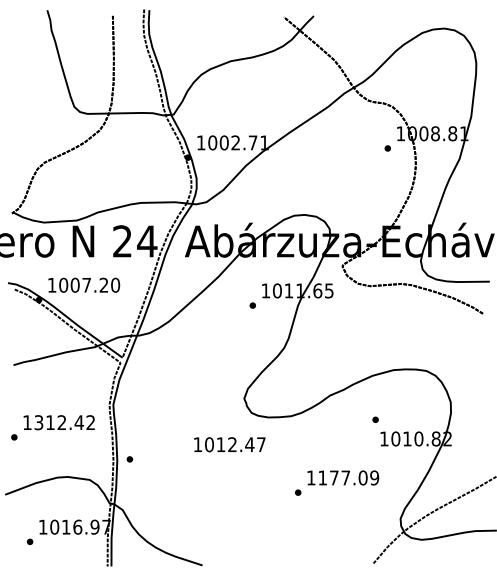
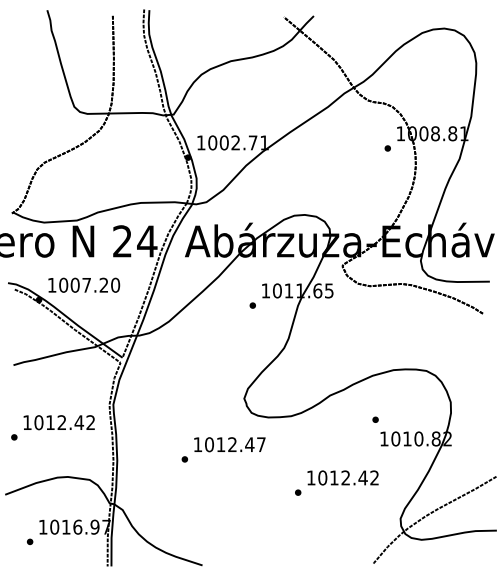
text at (38, 422): 1312.42 -> 1012.42
part at (129, 459) position: (129, 459) -> (184, 459)
text at (348, 477): 1177.09 -> 1012.42
